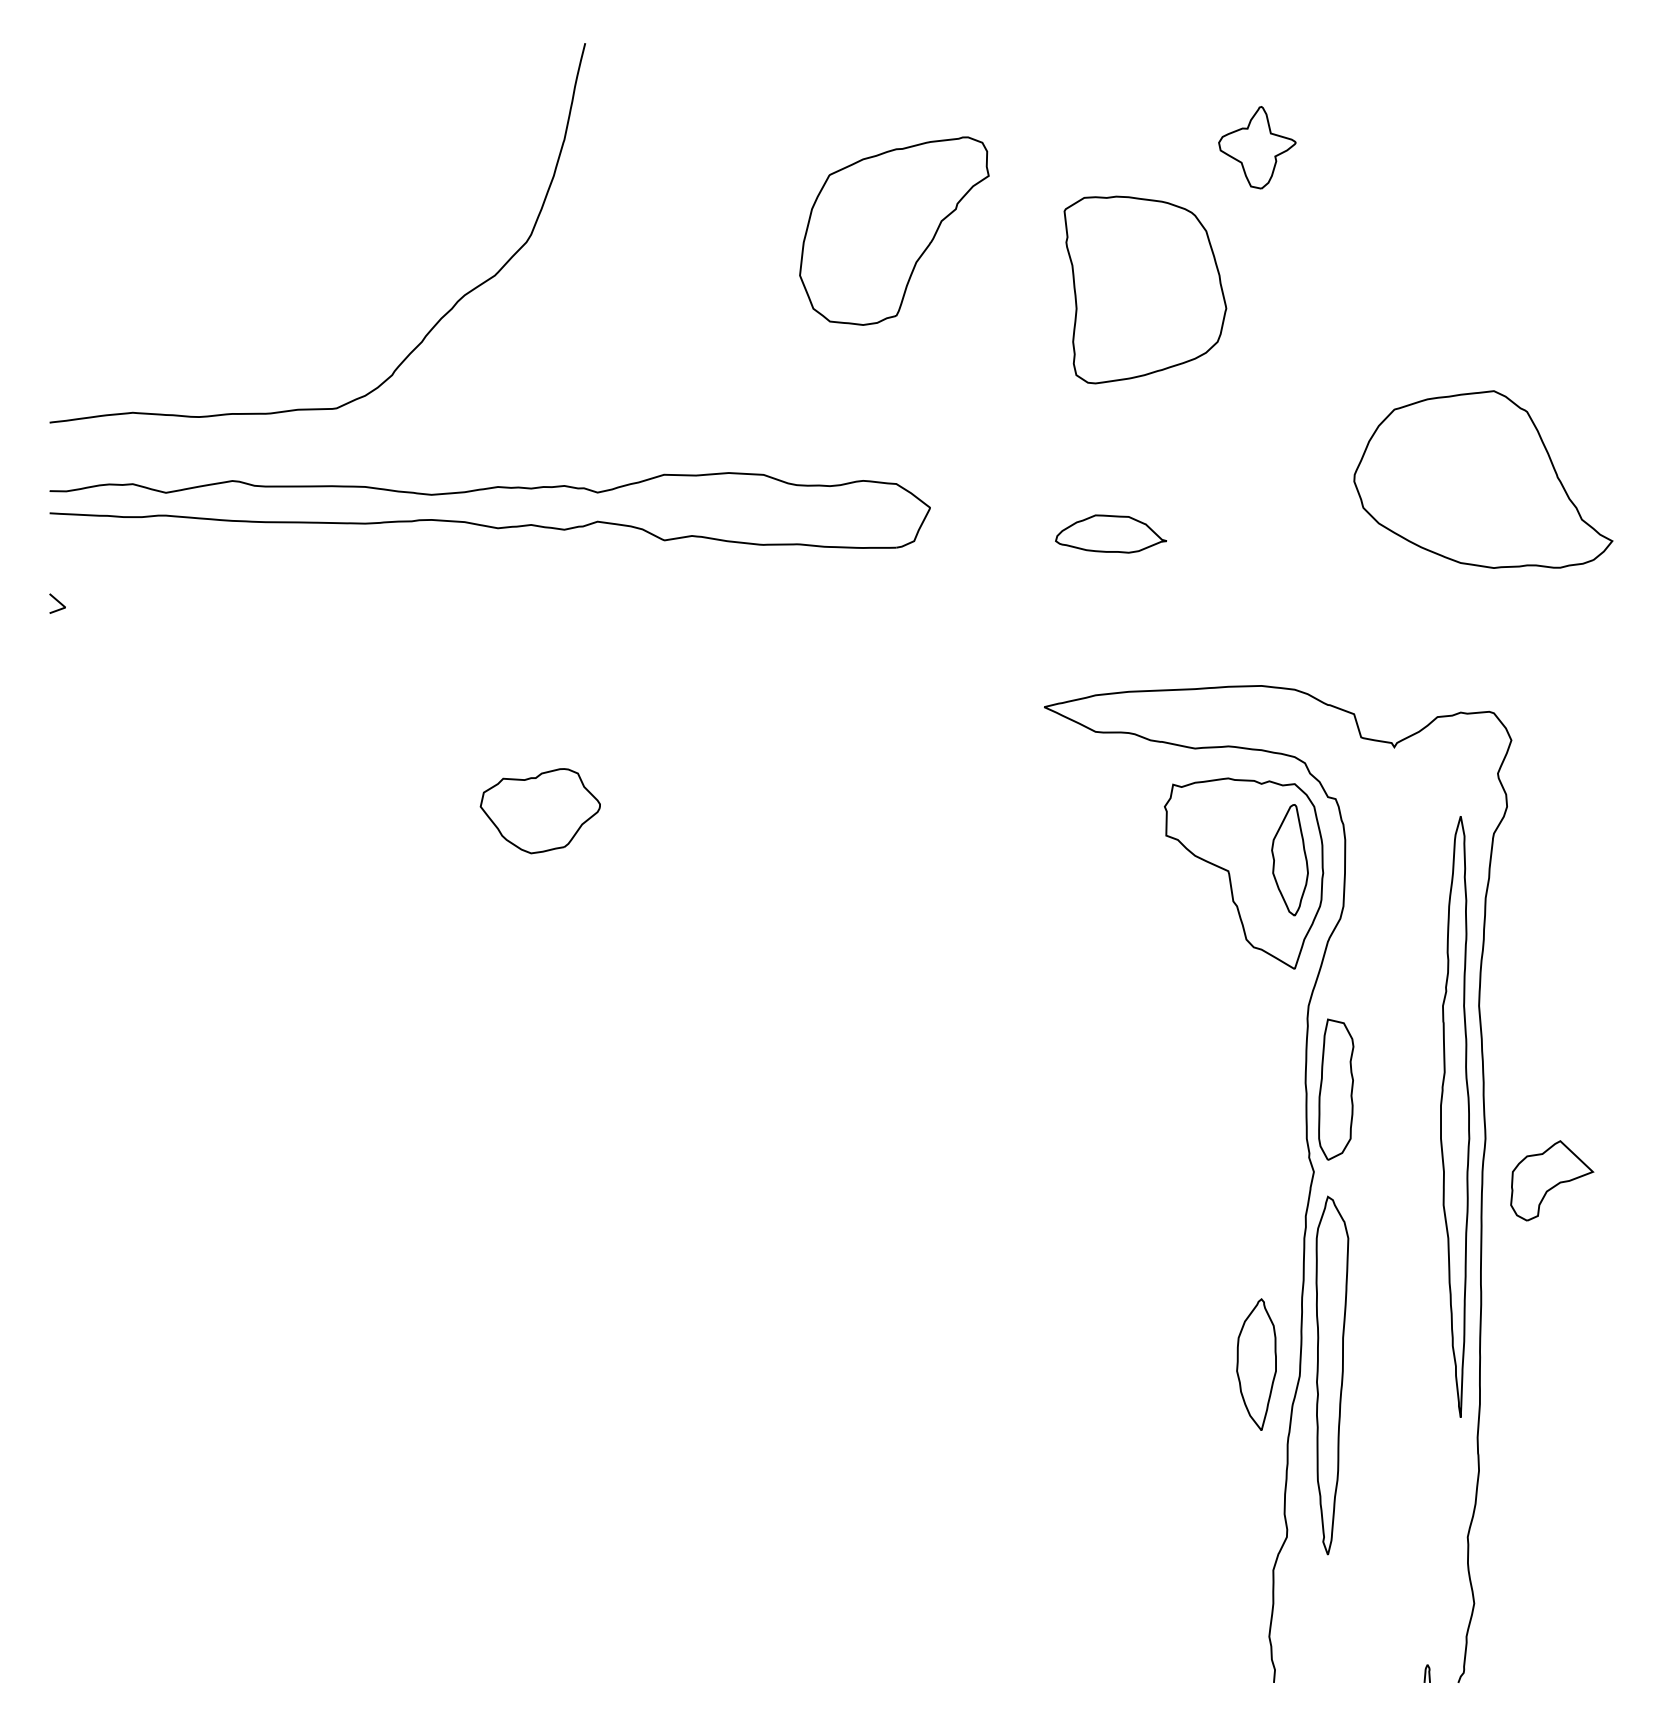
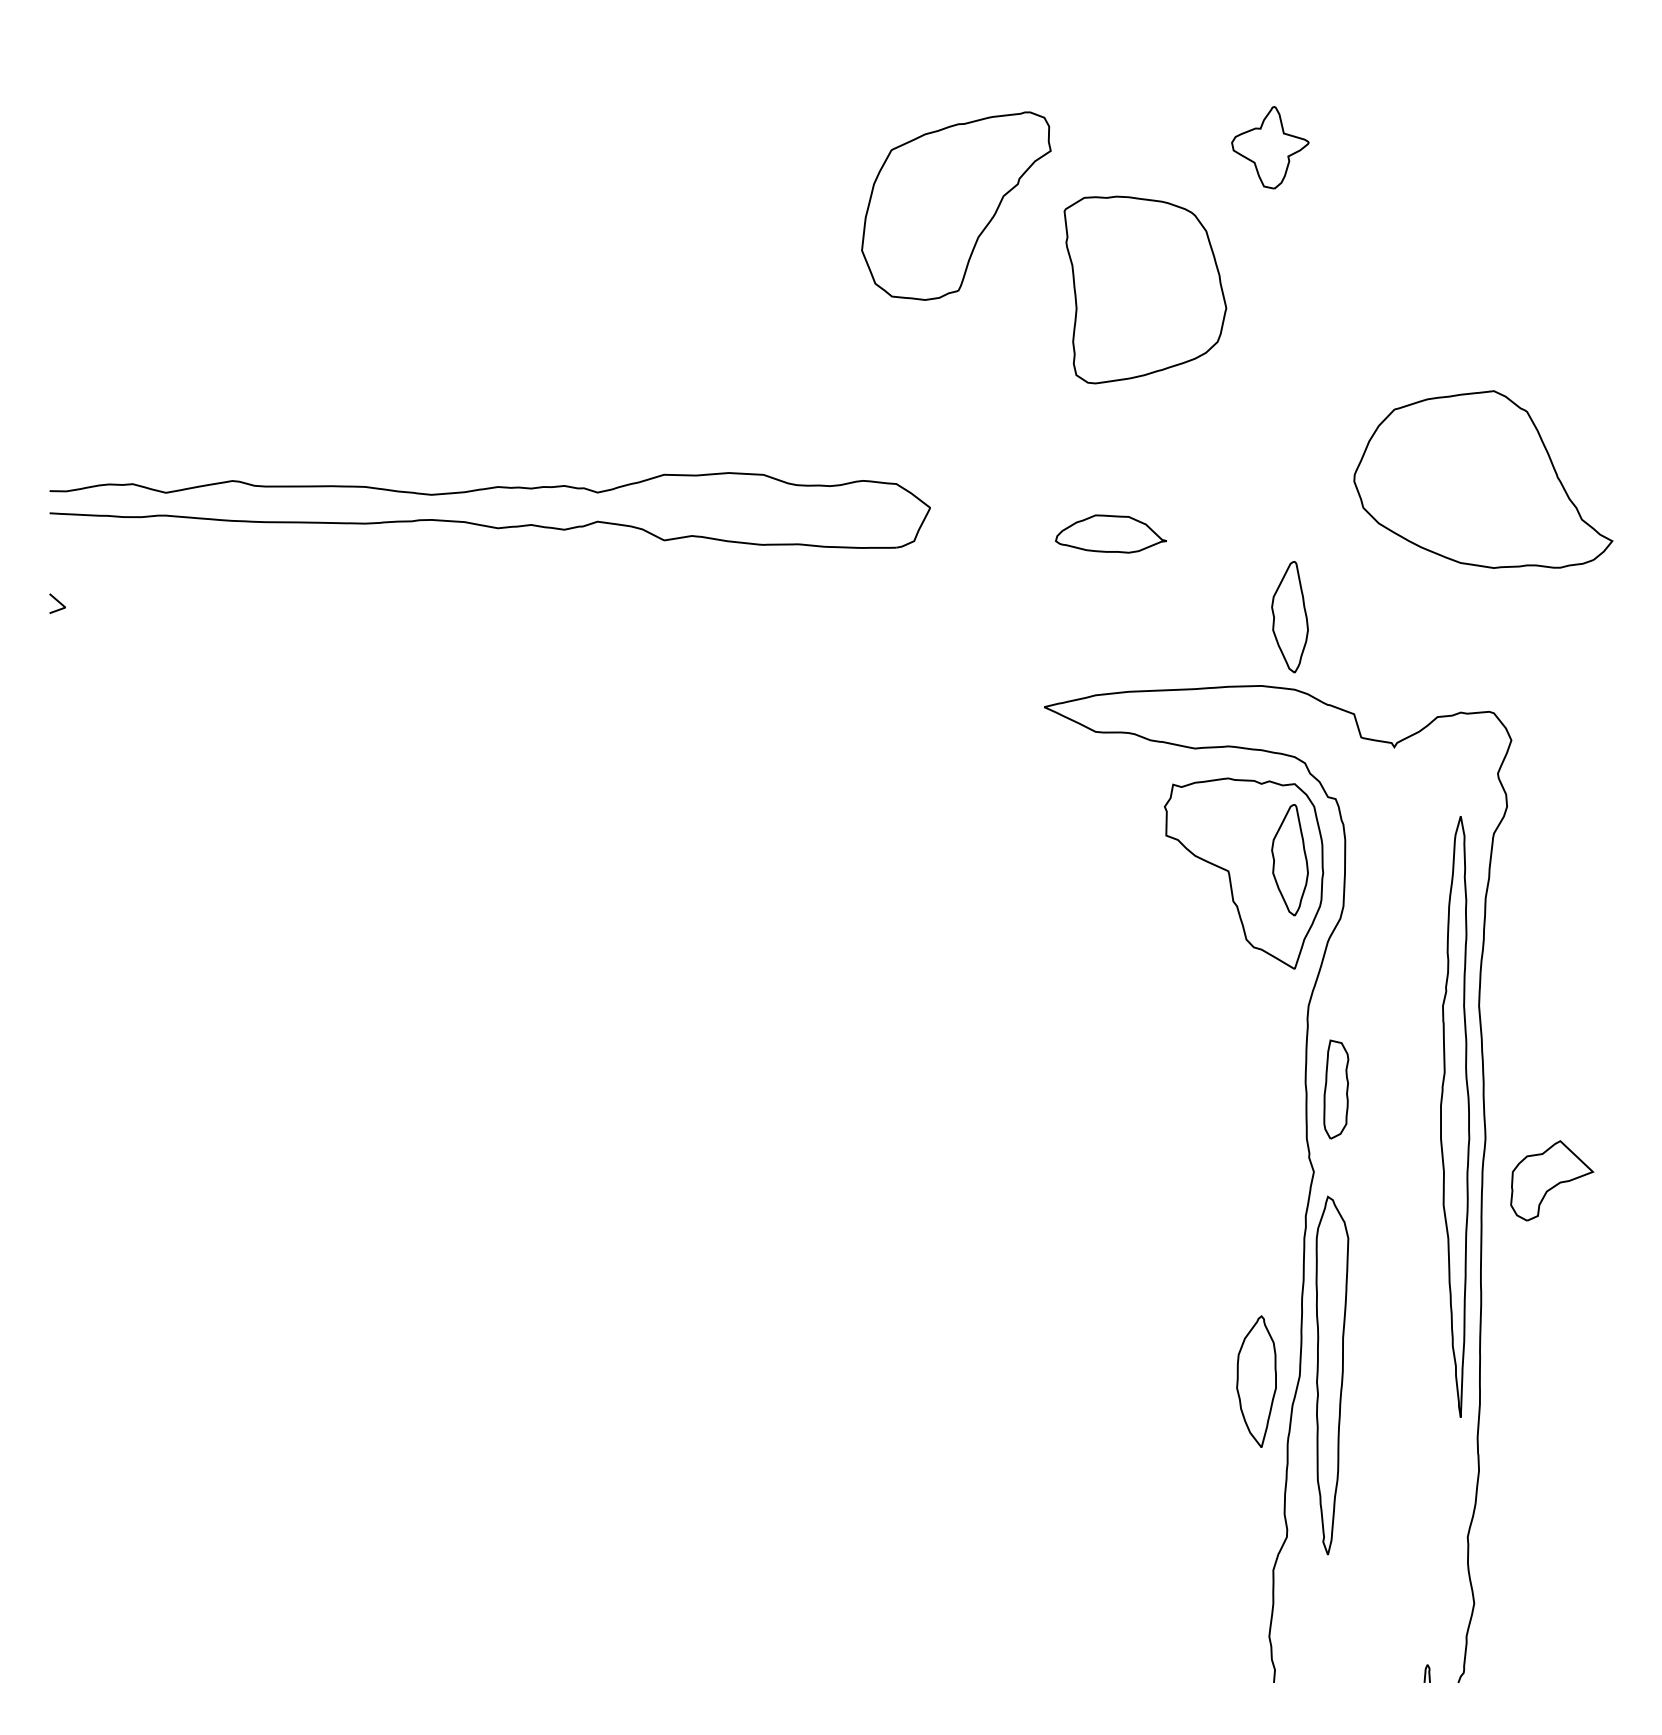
part at (1257, 147) position: (1257, 147) -> (1270, 147)
part at (894, 230) position: (894, 230) -> (956, 205)
curve at (426, 333): present -> none
part at (1289, 617): none -> present
part at (539, 811): present -> none
part at (1336, 1089) size: 37x143 px -> 27x101 px
part at (1256, 1364) position: (1256, 1364) -> (1256, 1381)
